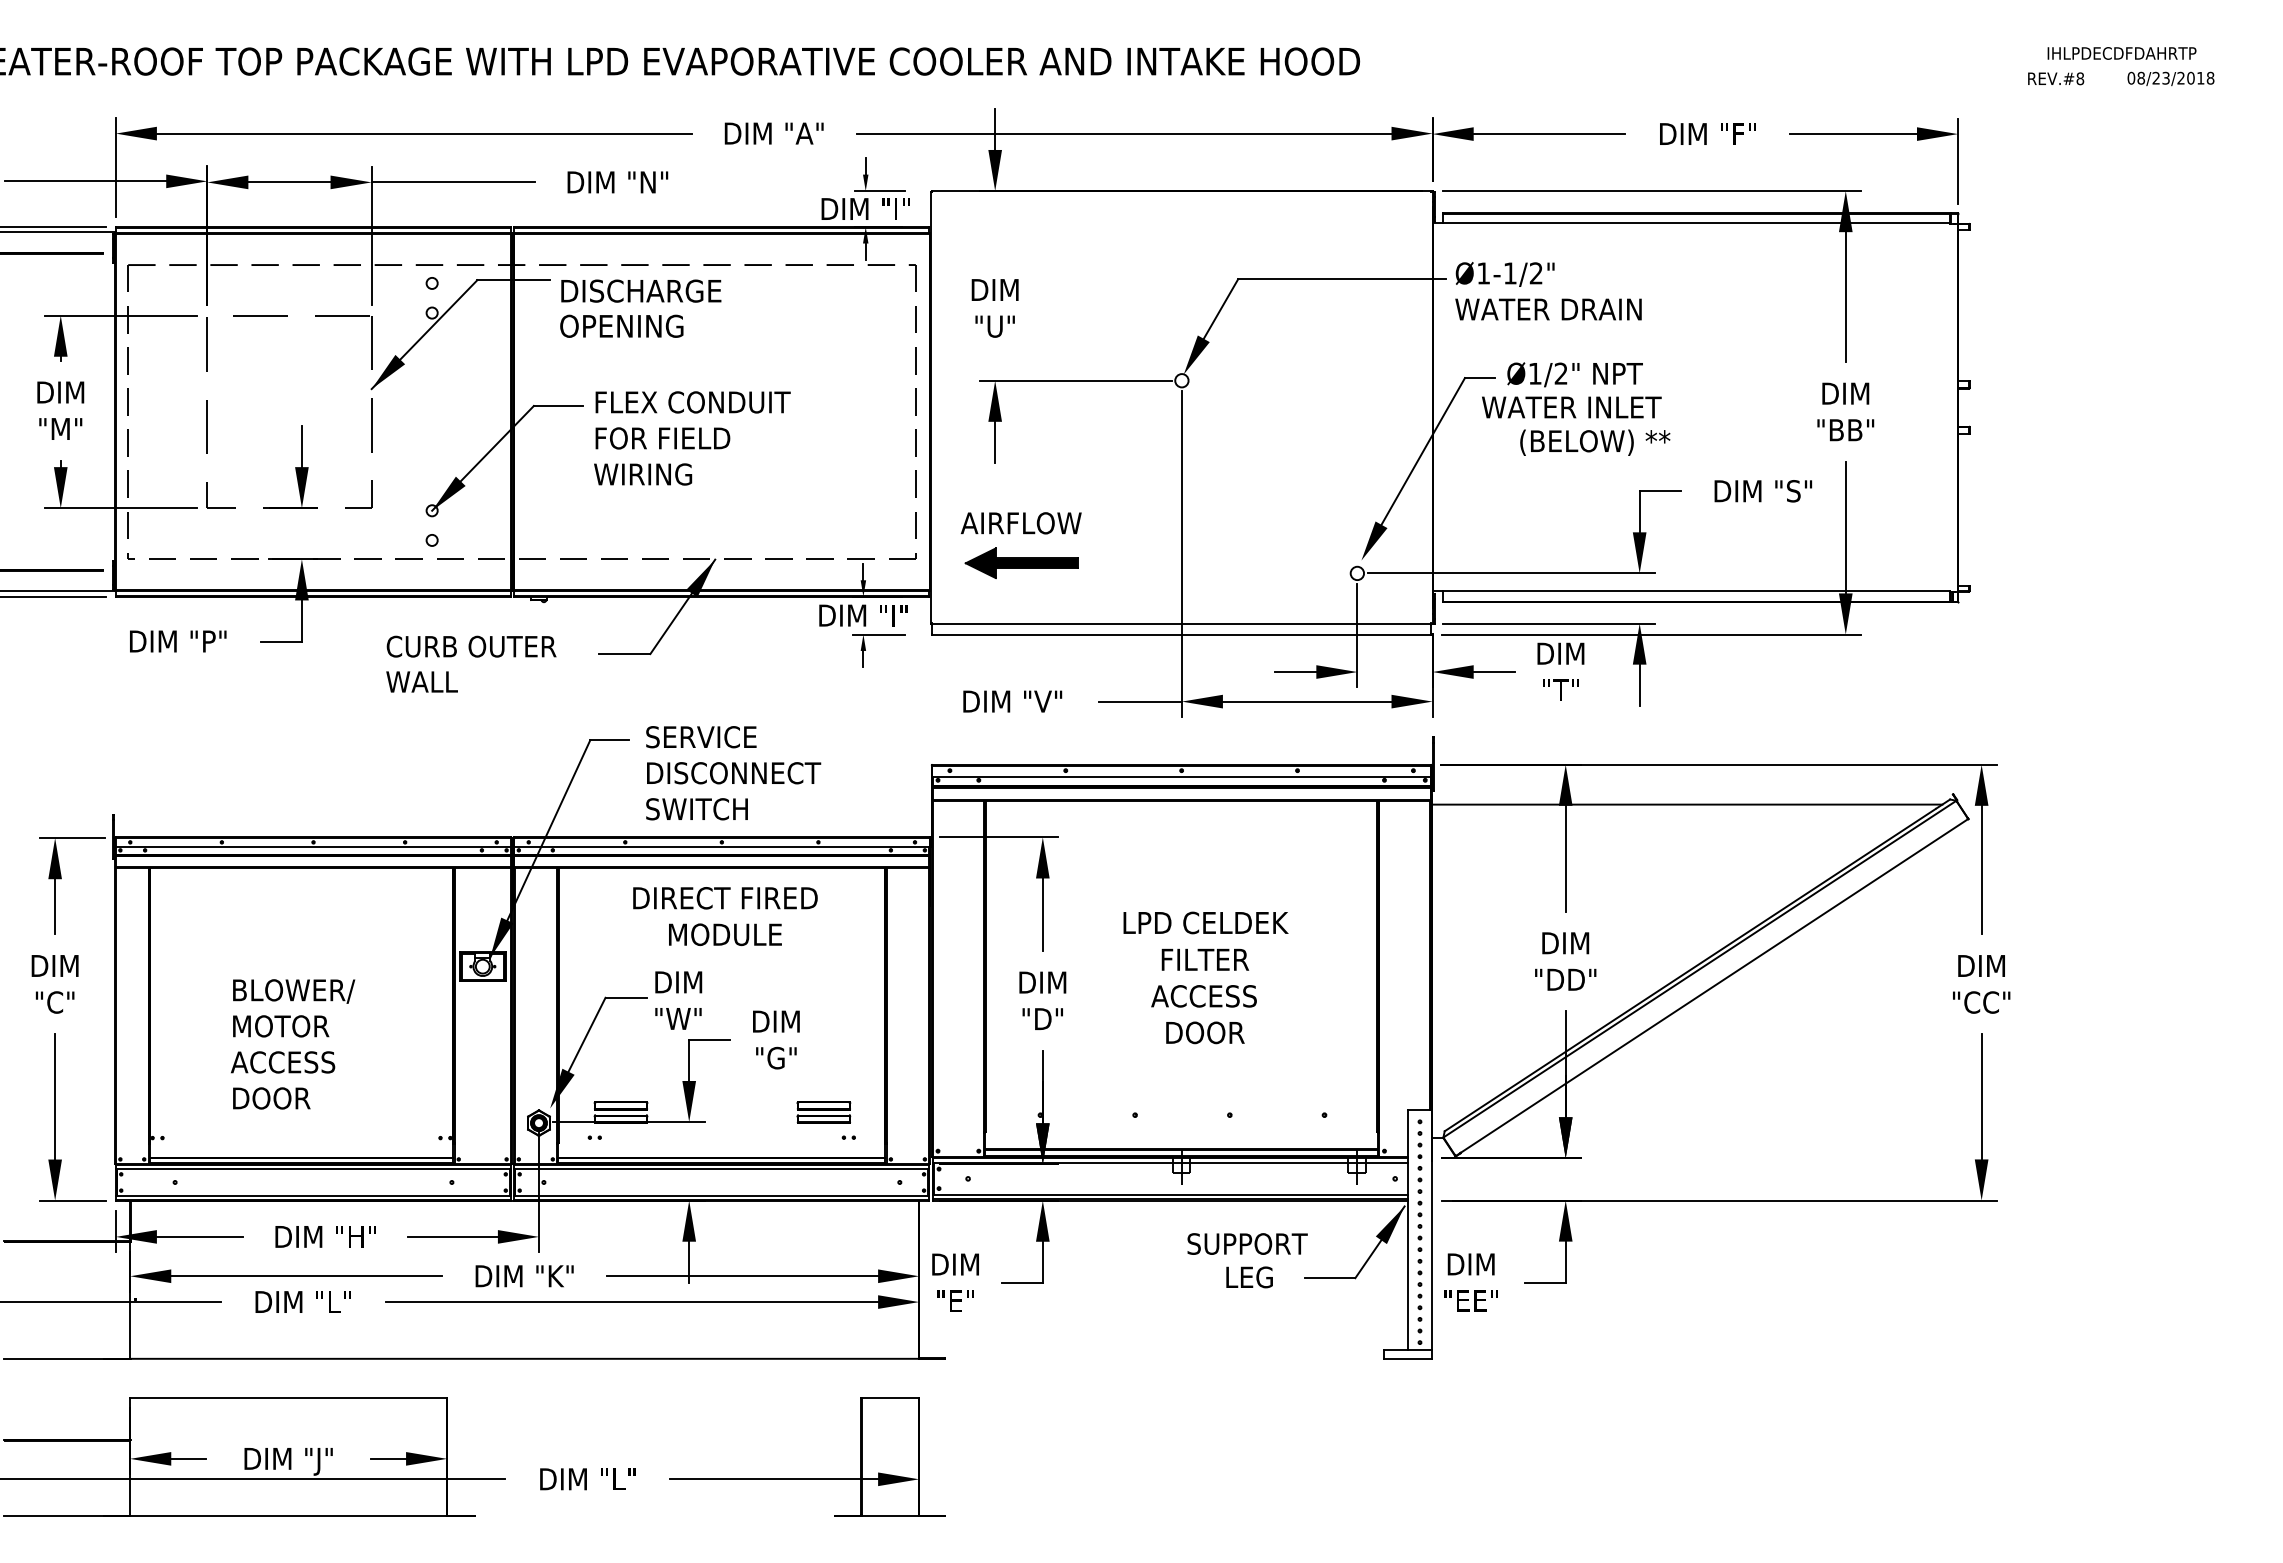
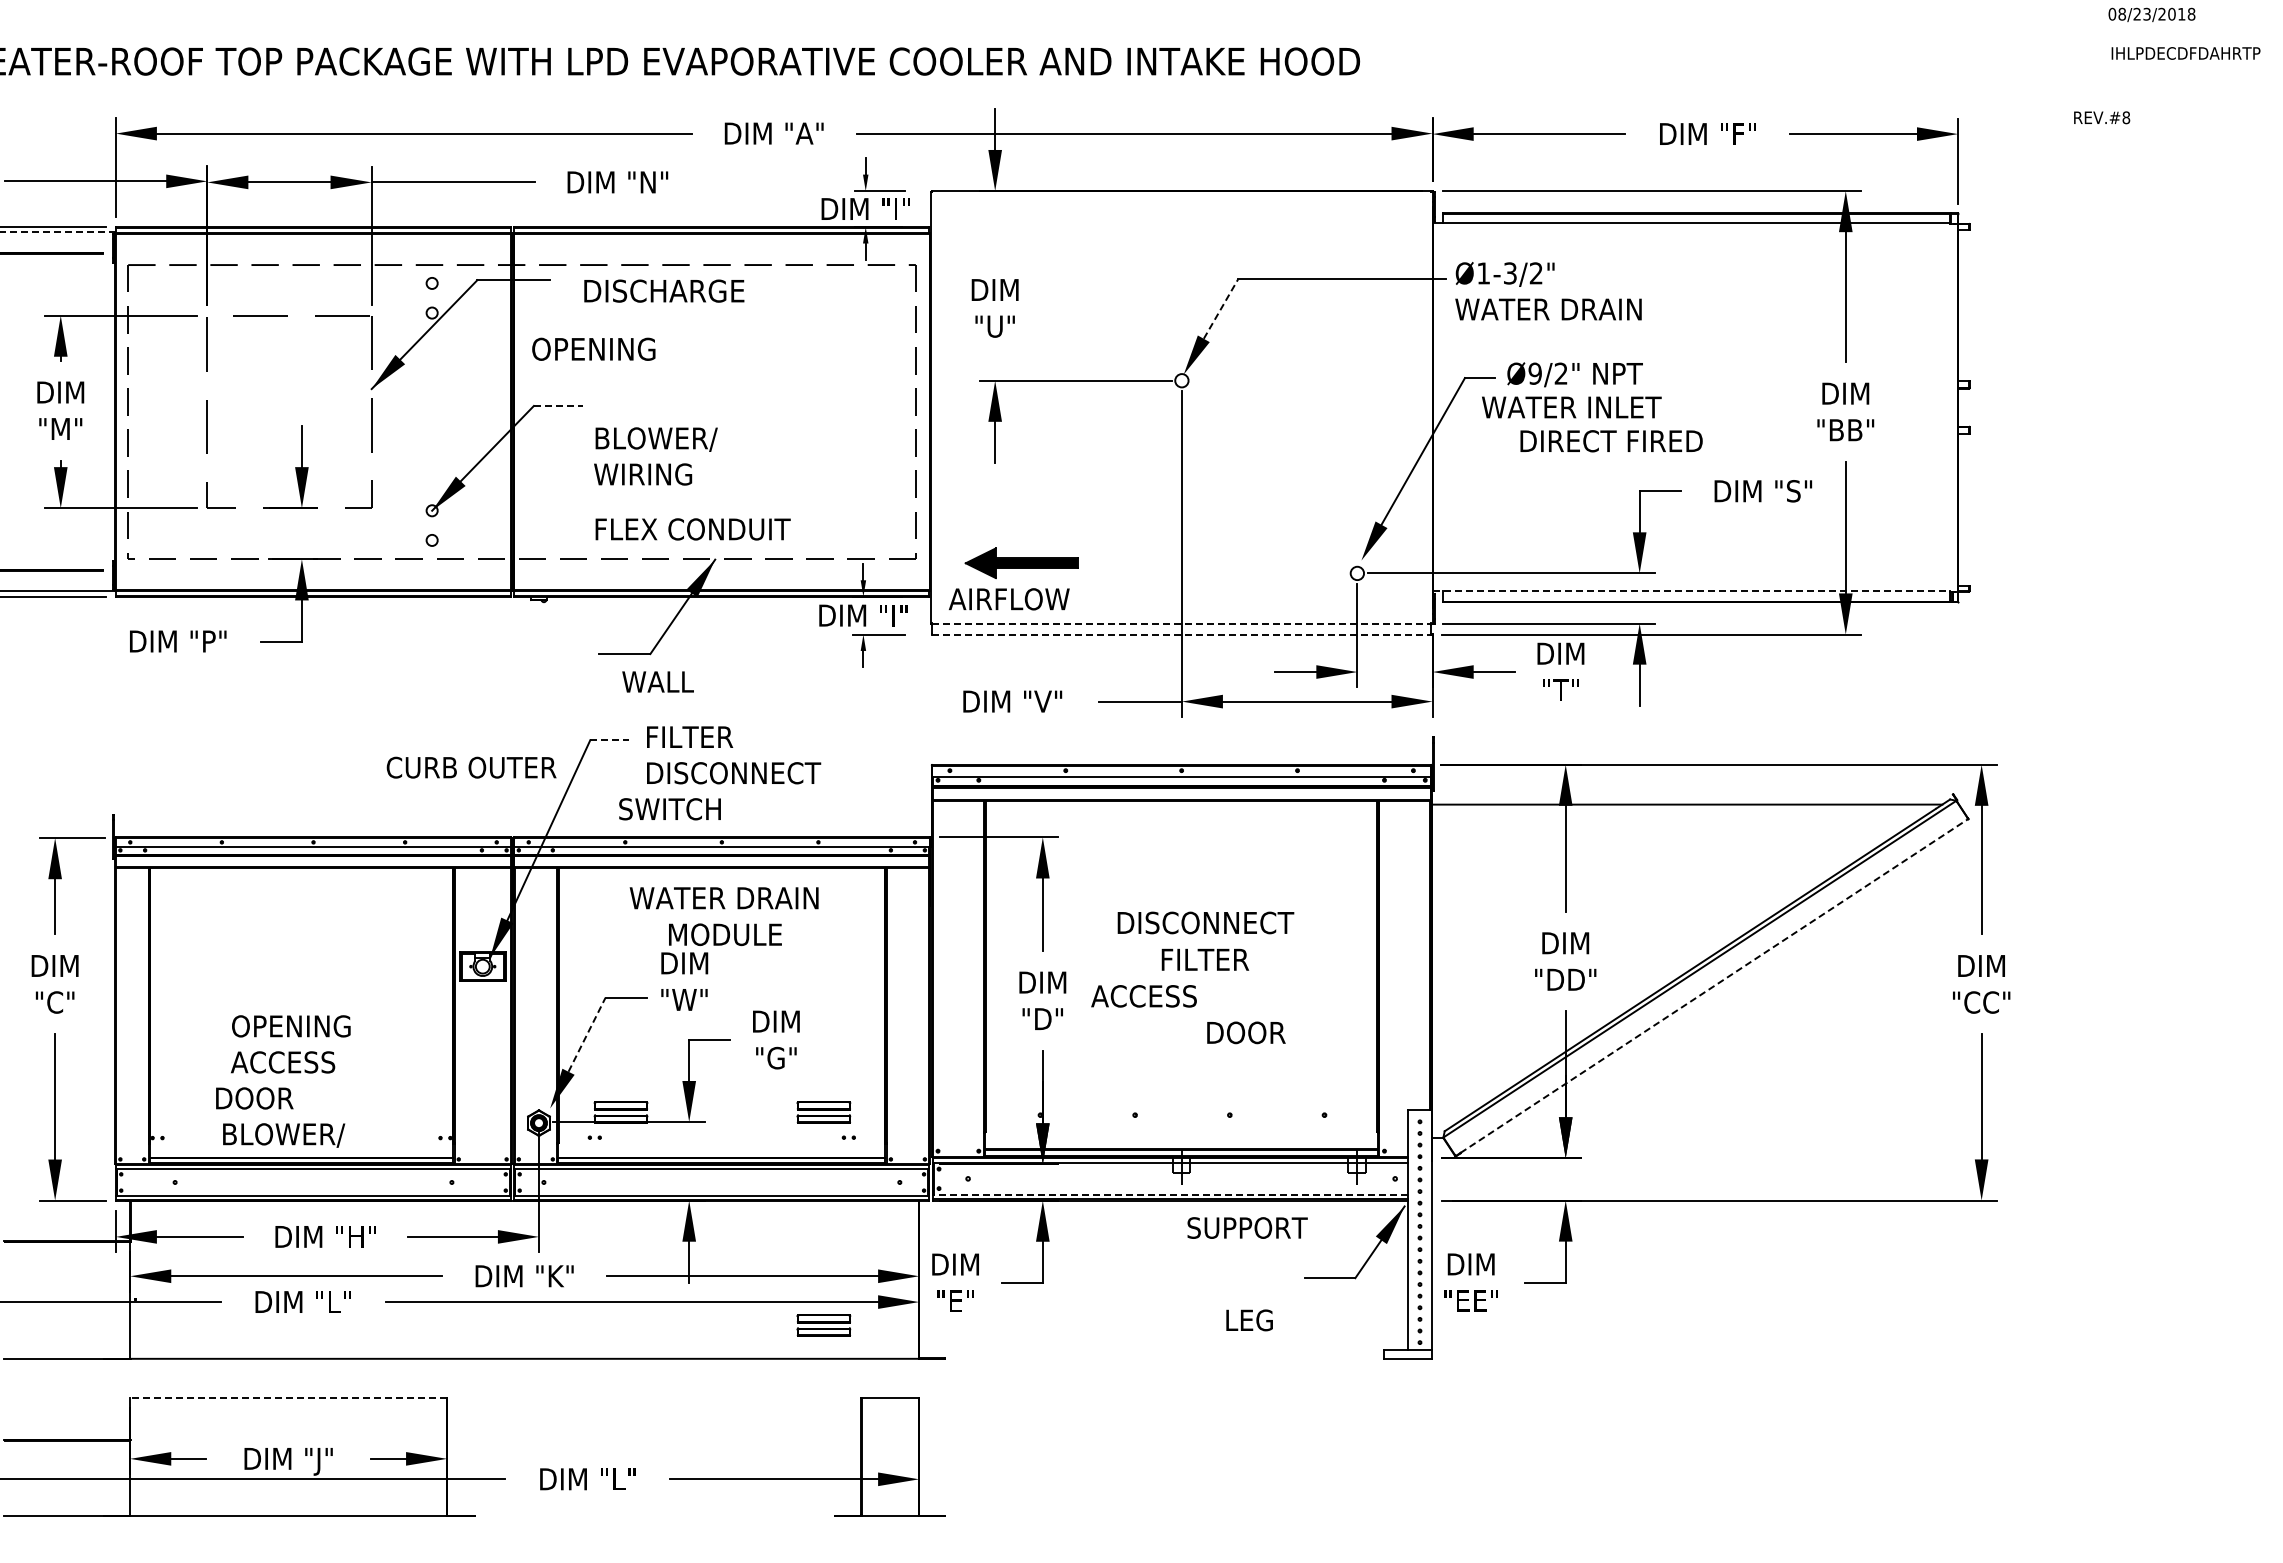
text at (2121, 53) position: (2121, 53) -> (2185, 53)
text at (2056, 78) position: (2056, 78) -> (2102, 117)
text at (2170, 78) position: (2170, 78) -> (2151, 14)
line at (57, 232): solid -> dashed
text at (1510, 273): Ø1-1/2" -> Ø1-3/2"
text at (641, 290) position: (641, 290) -> (664, 290)
line at (1221, 308): solid -> dashed
text at (621, 325) position: (621, 325) -> (593, 348)
text at (1534, 373): Ø1/2" -> Ø9/2"
text at (692, 402) position: (692, 402) -> (692, 529)
line at (558, 406): solid -> dashed
text at (664, 439): FOR FIELD -> BLOWER/
text at (1611, 442): (BELOW) ** -> DIRECT FIRED
text at (1020, 523) position: (1020, 523) -> (1008, 599)
line at (1692, 591): solid -> dashed
line at (1183, 624): solid -> dashed
line at (1181, 634): solid -> dashed
text at (471, 646) position: (471, 646) -> (471, 767)
text at (421, 681) position: (421, 681) -> (657, 681)
text at (701, 737): SERVICE -> FILTER
line at (610, 740): solid -> dashed
text at (696, 809) position: (696, 809) -> (669, 809)
text at (723, 898): DIRECT FIRED -> WATER DRAIN
text at (1205, 922): LPD CELDEK -> DISCONNECT
line at (1714, 985): solid -> dashed
text at (294, 991) position: (294, 991) -> (284, 1135)
text at (1203, 996) position: (1203, 996) -> (1143, 996)
text at (678, 1000) position: (678, 1000) -> (684, 981)
text at (291, 1026): MOTOR -> OPENING
text at (1205, 1032) position: (1205, 1032) -> (1246, 1032)
line at (587, 1034): solid -> dashed
text at (271, 1098) position: (271, 1098) -> (254, 1098)
line at (1170, 1194): solid -> dashed
text at (1247, 1243) position: (1247, 1243) -> (1247, 1227)
text at (1249, 1277) position: (1249, 1277) -> (1249, 1320)
part at (823, 1325): none -> present
line at (288, 1398): solid -> dashed
